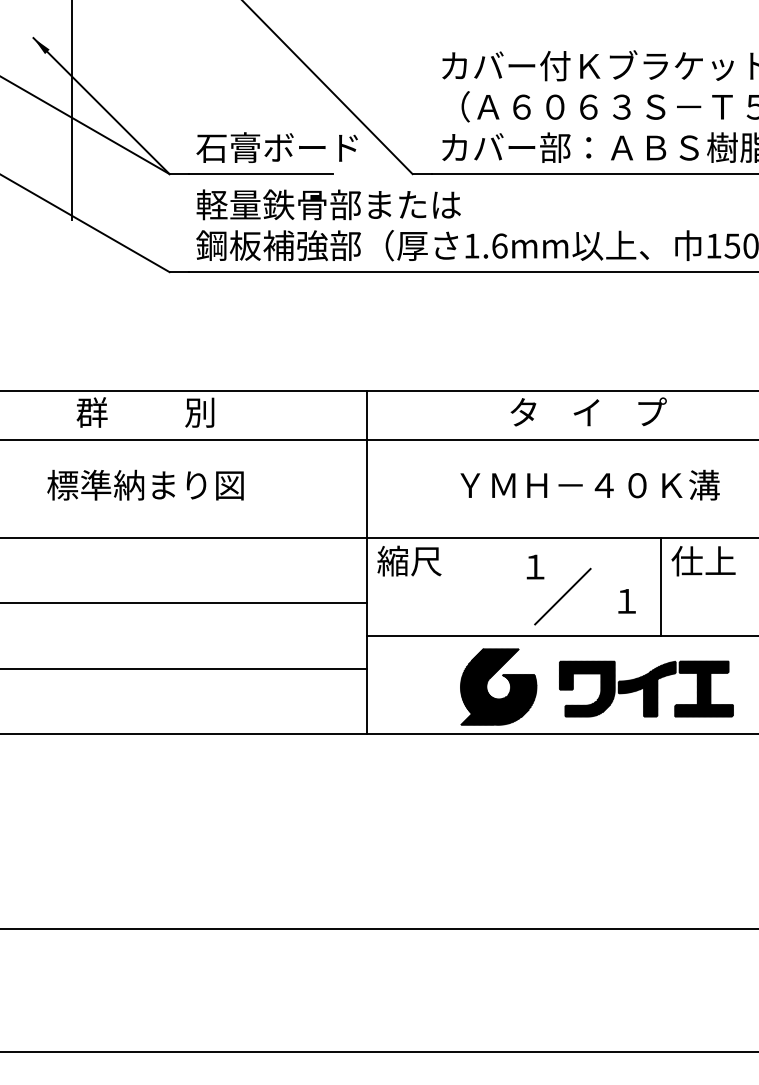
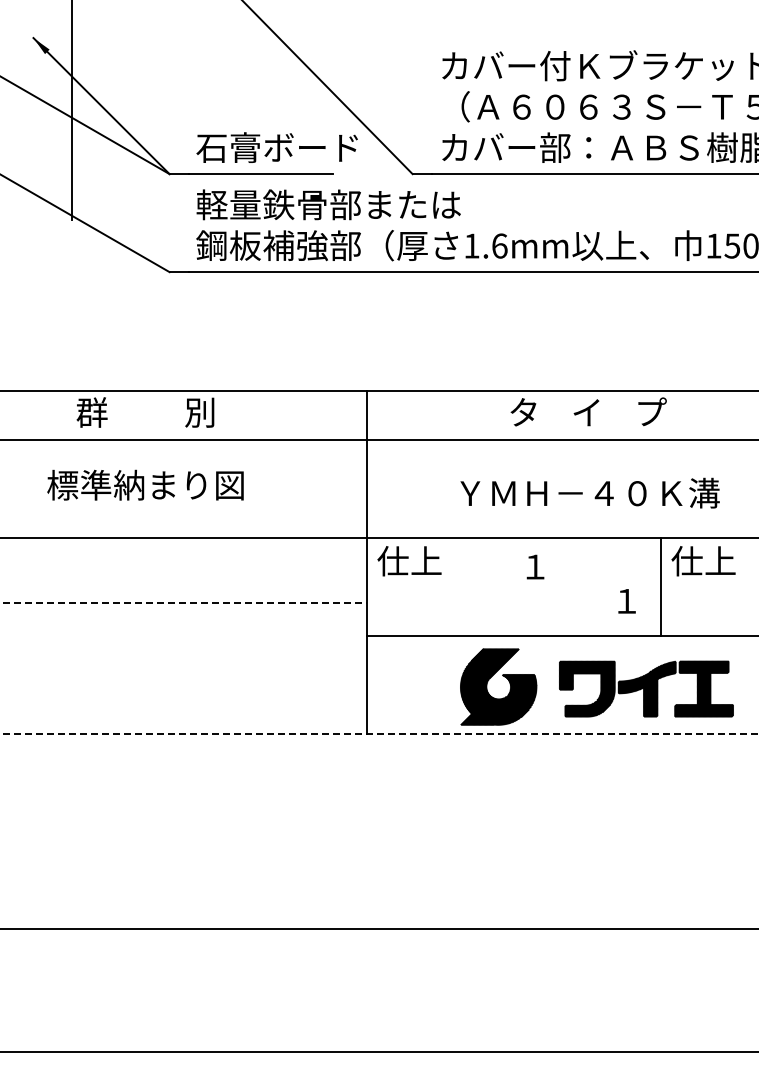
text at (589, 484) position: (589, 484) -> (589, 492)
text at (409, 560): 縮尺 -> 仕上
line at (562, 596): present -> none
line at (184, 603): solid -> dashed
line at (184, 668): present -> none
line at (379, 733): solid -> dashed
